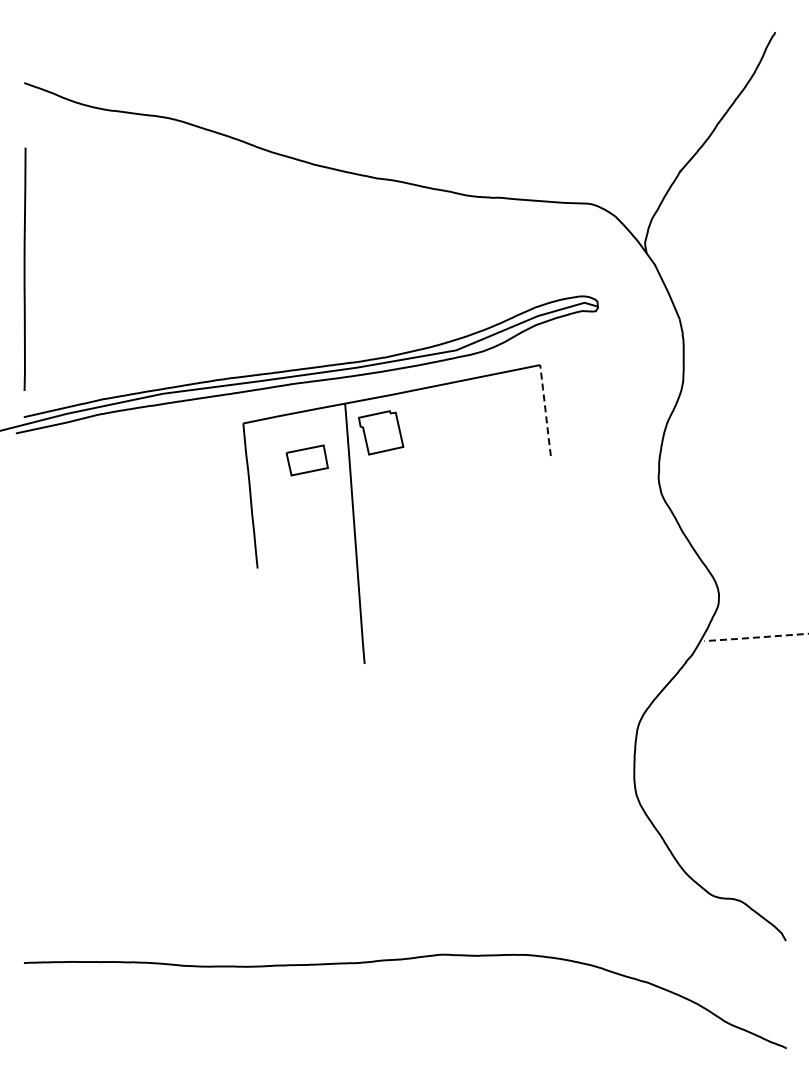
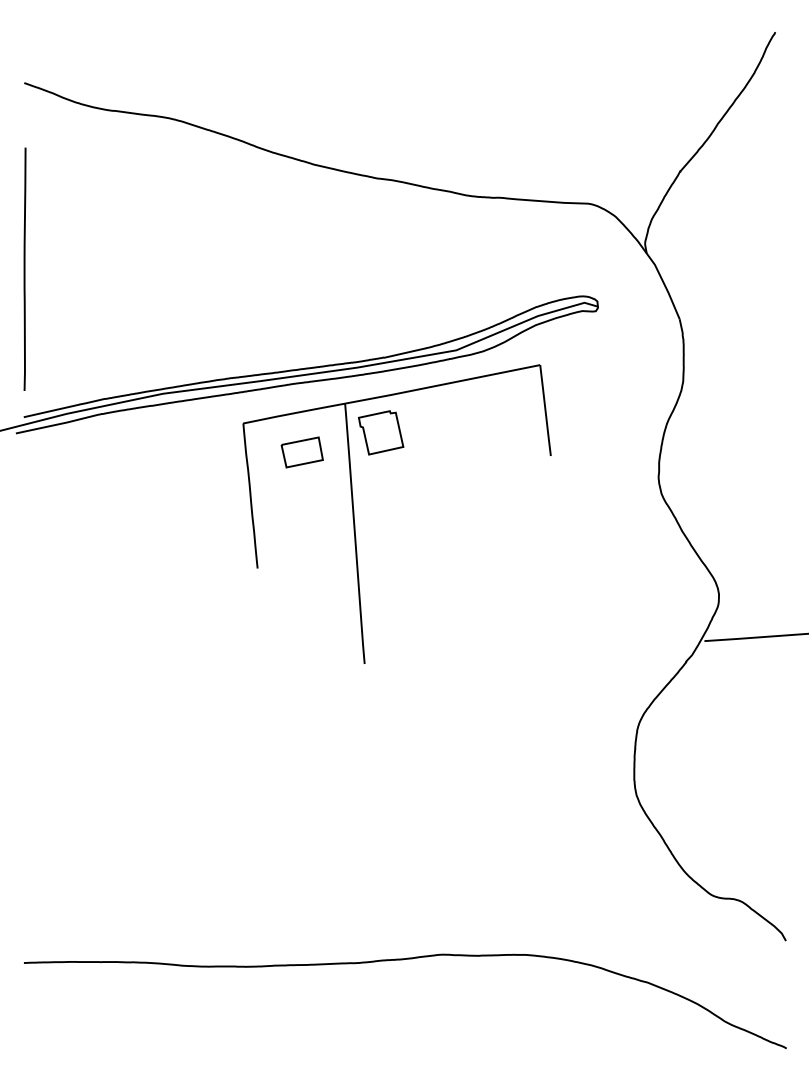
line at (545, 409): dashed -> solid
part at (306, 460) position: (306, 460) -> (301, 452)
line at (755, 637): dashed -> solid
